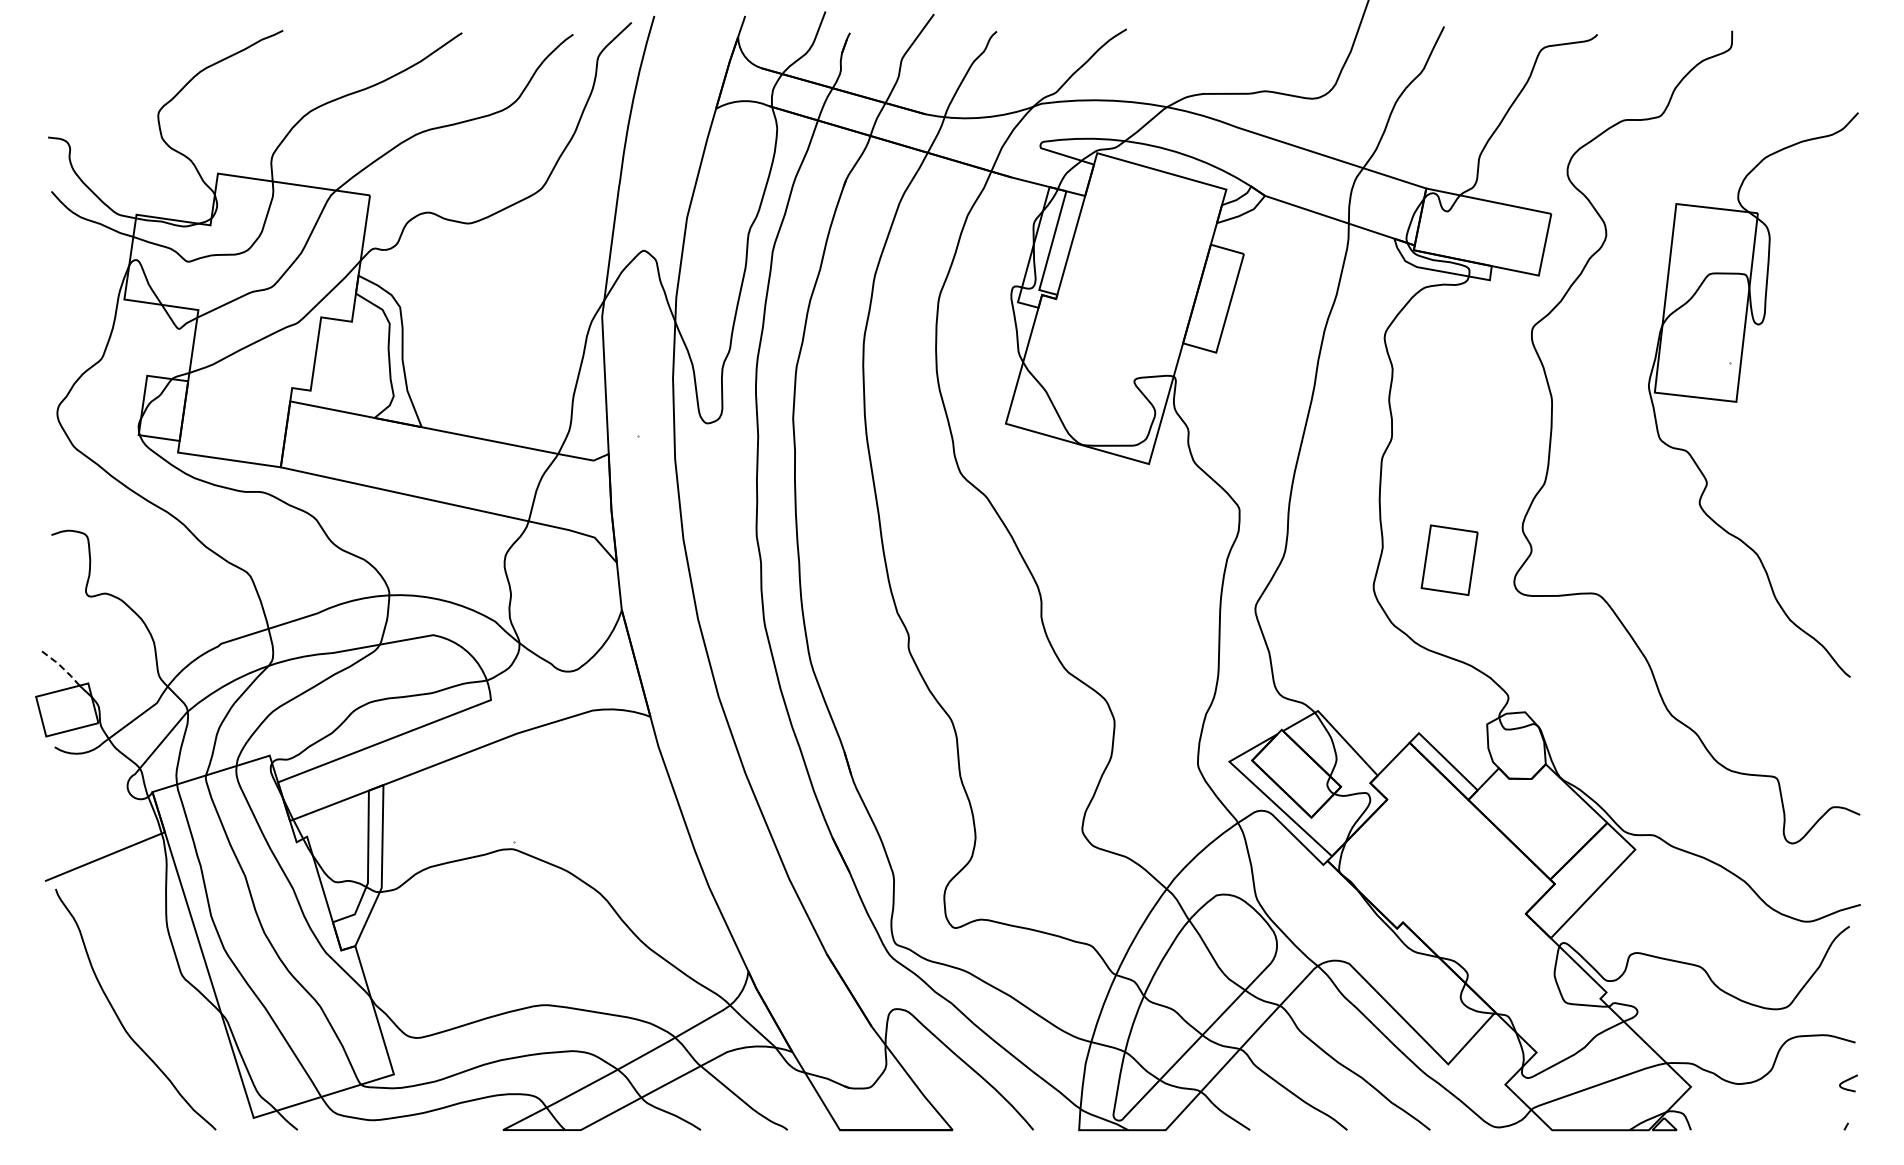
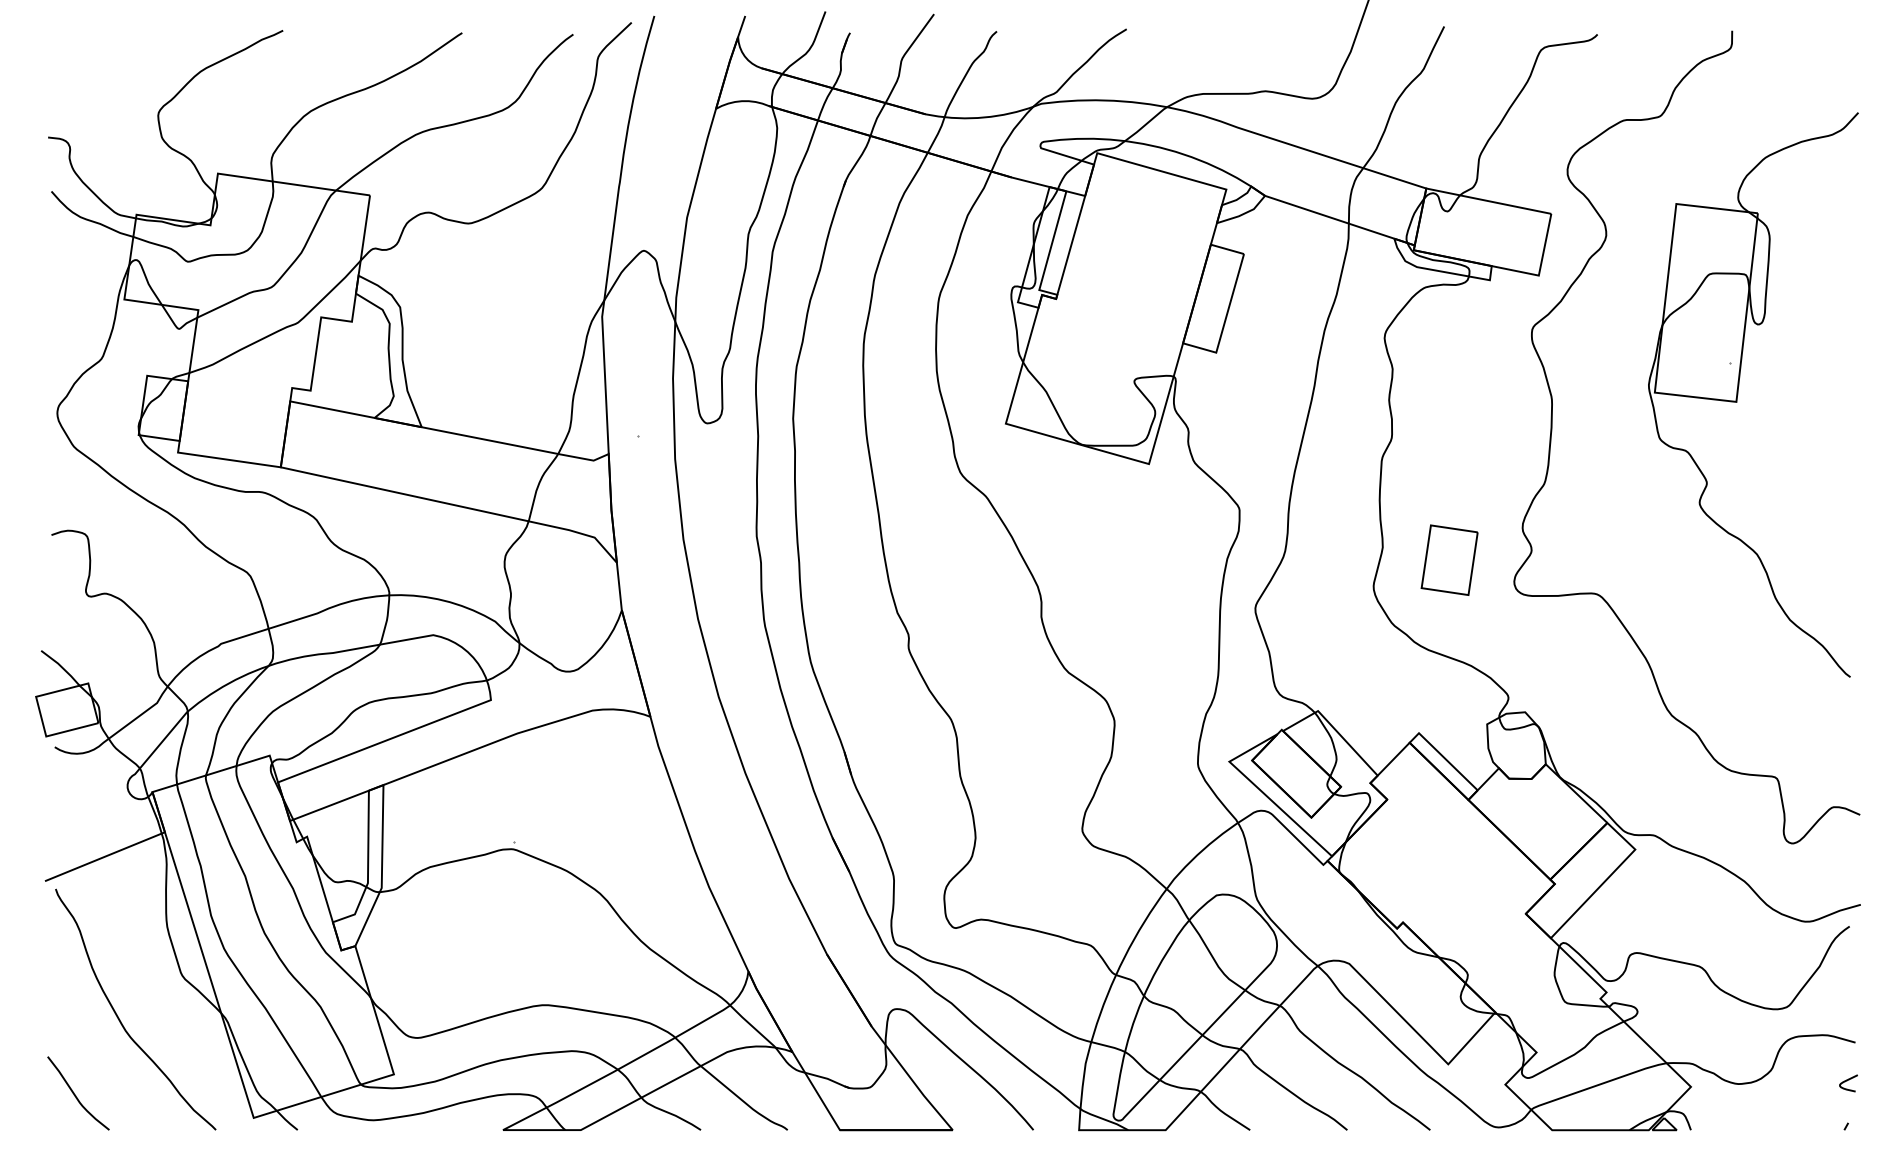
line at (61, 666): dashed -> solid
curve at (76, 1095): none -> present
